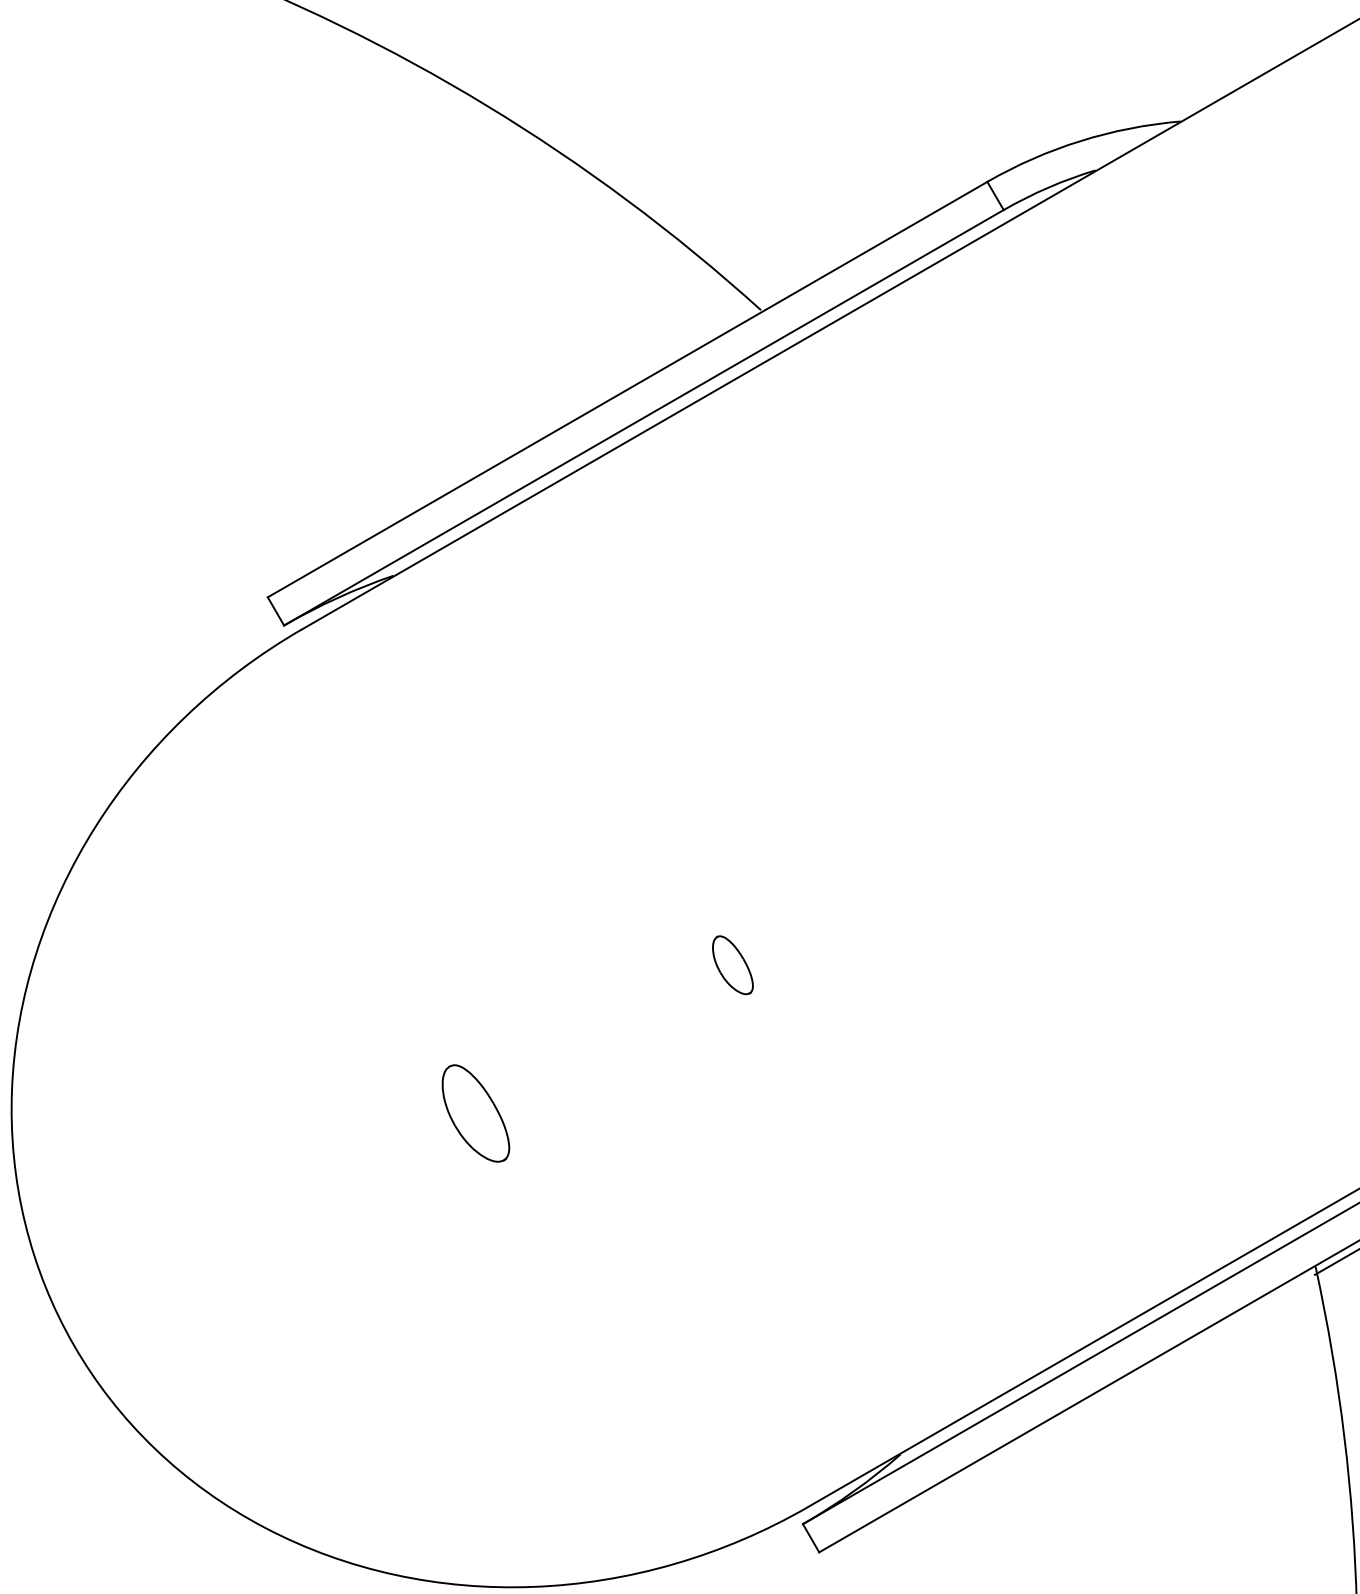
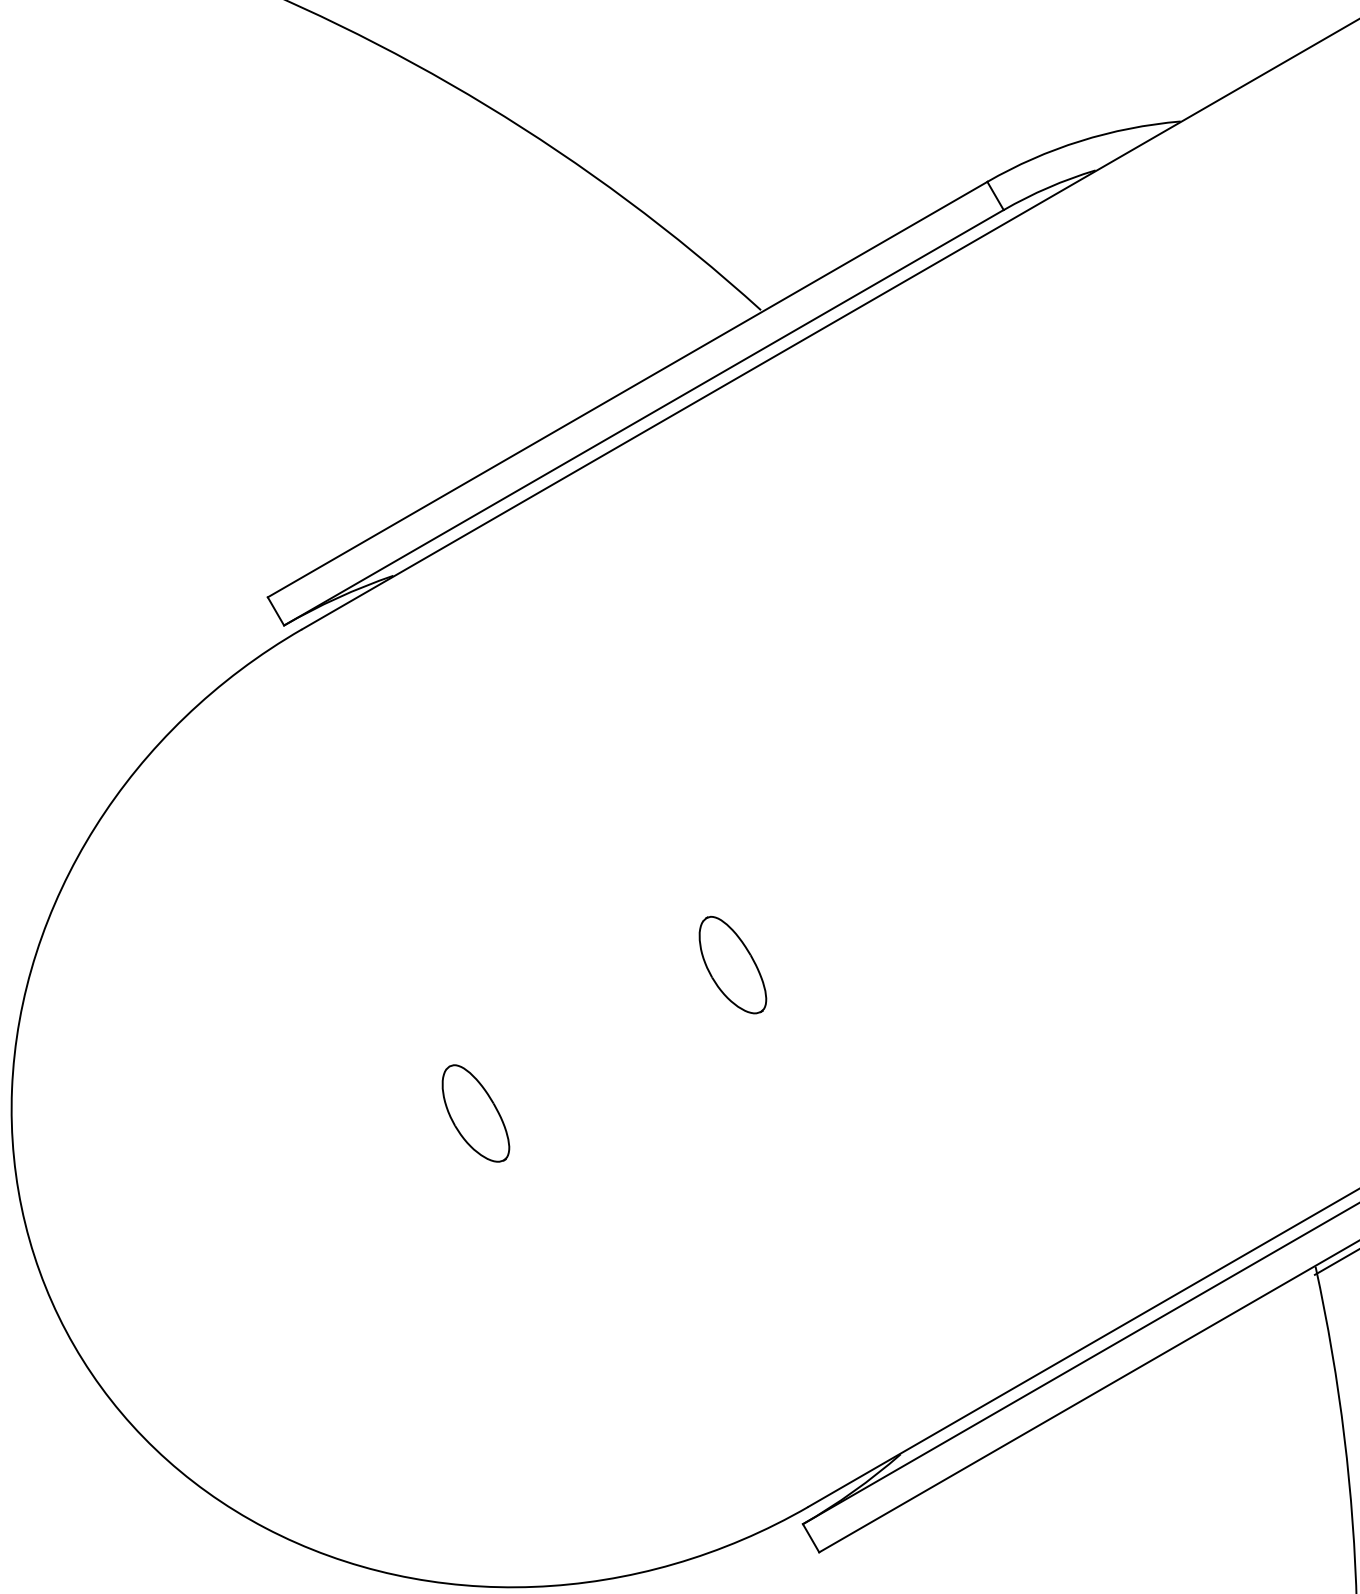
part at (732, 965) size: 42x61 px -> 70x99 px
